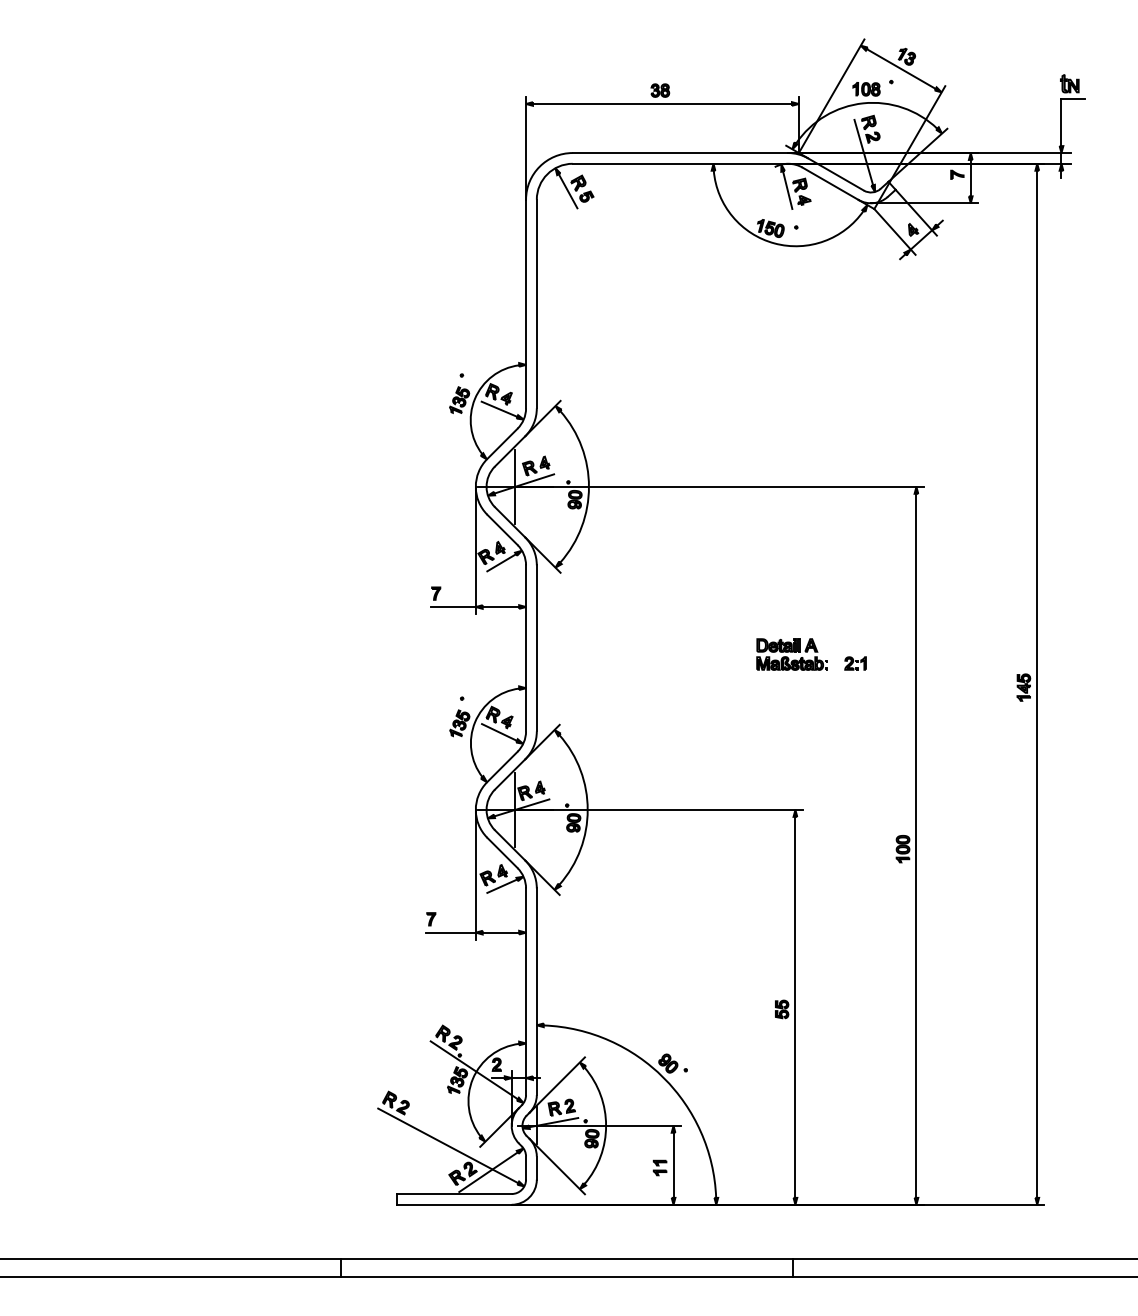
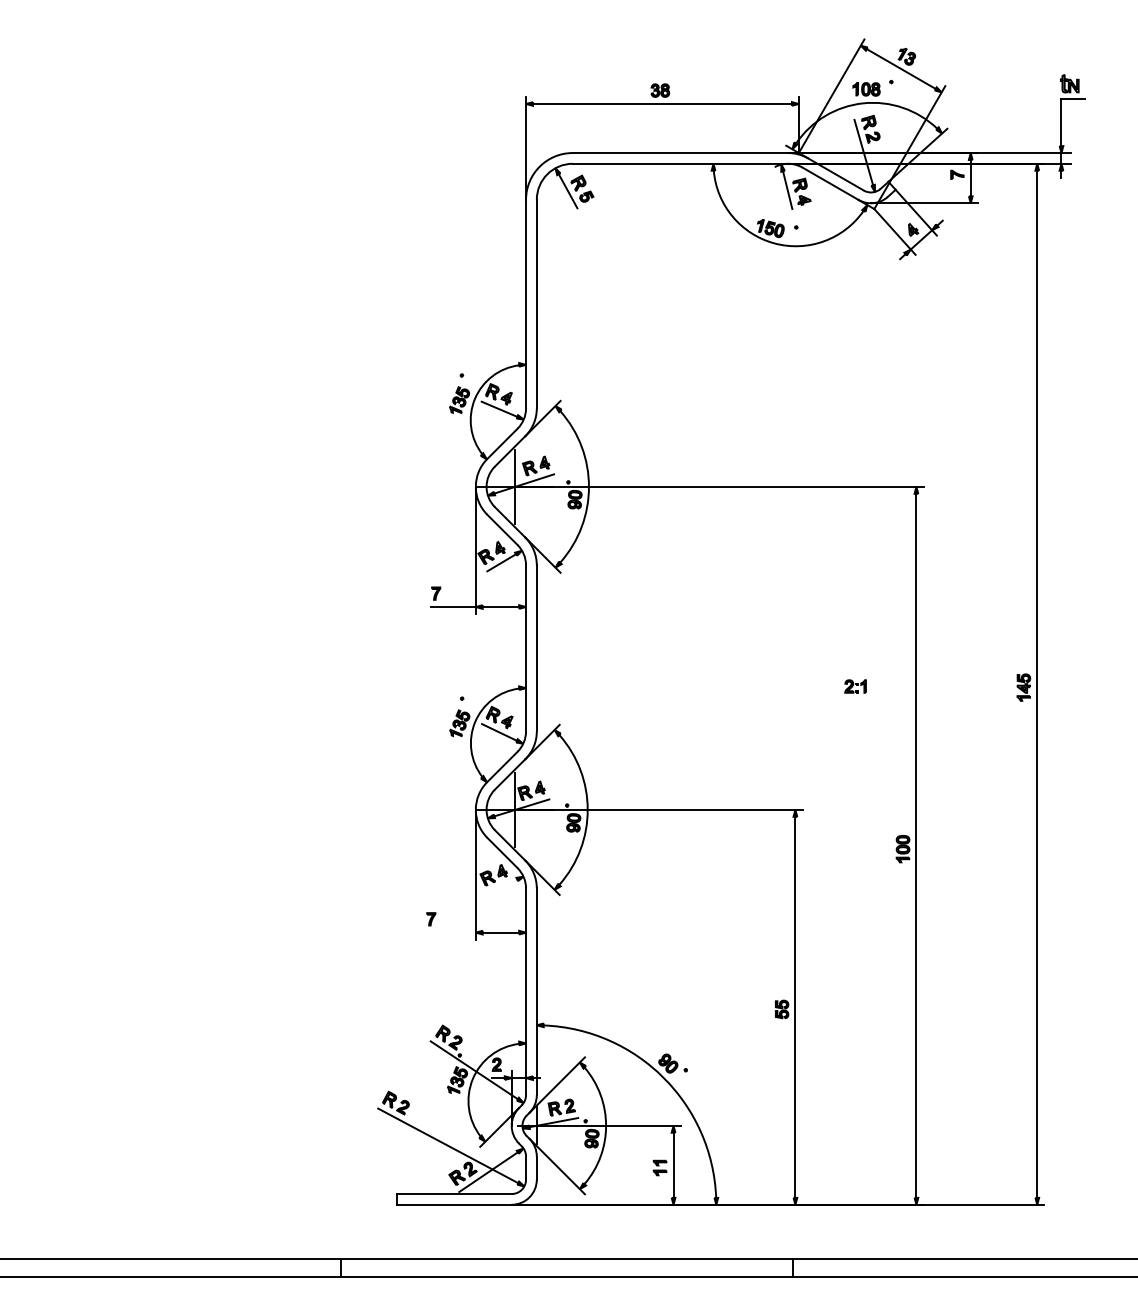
part at (791, 654): present -> none
part at (855, 663) position: (855, 663) -> (855, 686)
line at (502, 885): present -> none
line at (450, 932): present -> none
